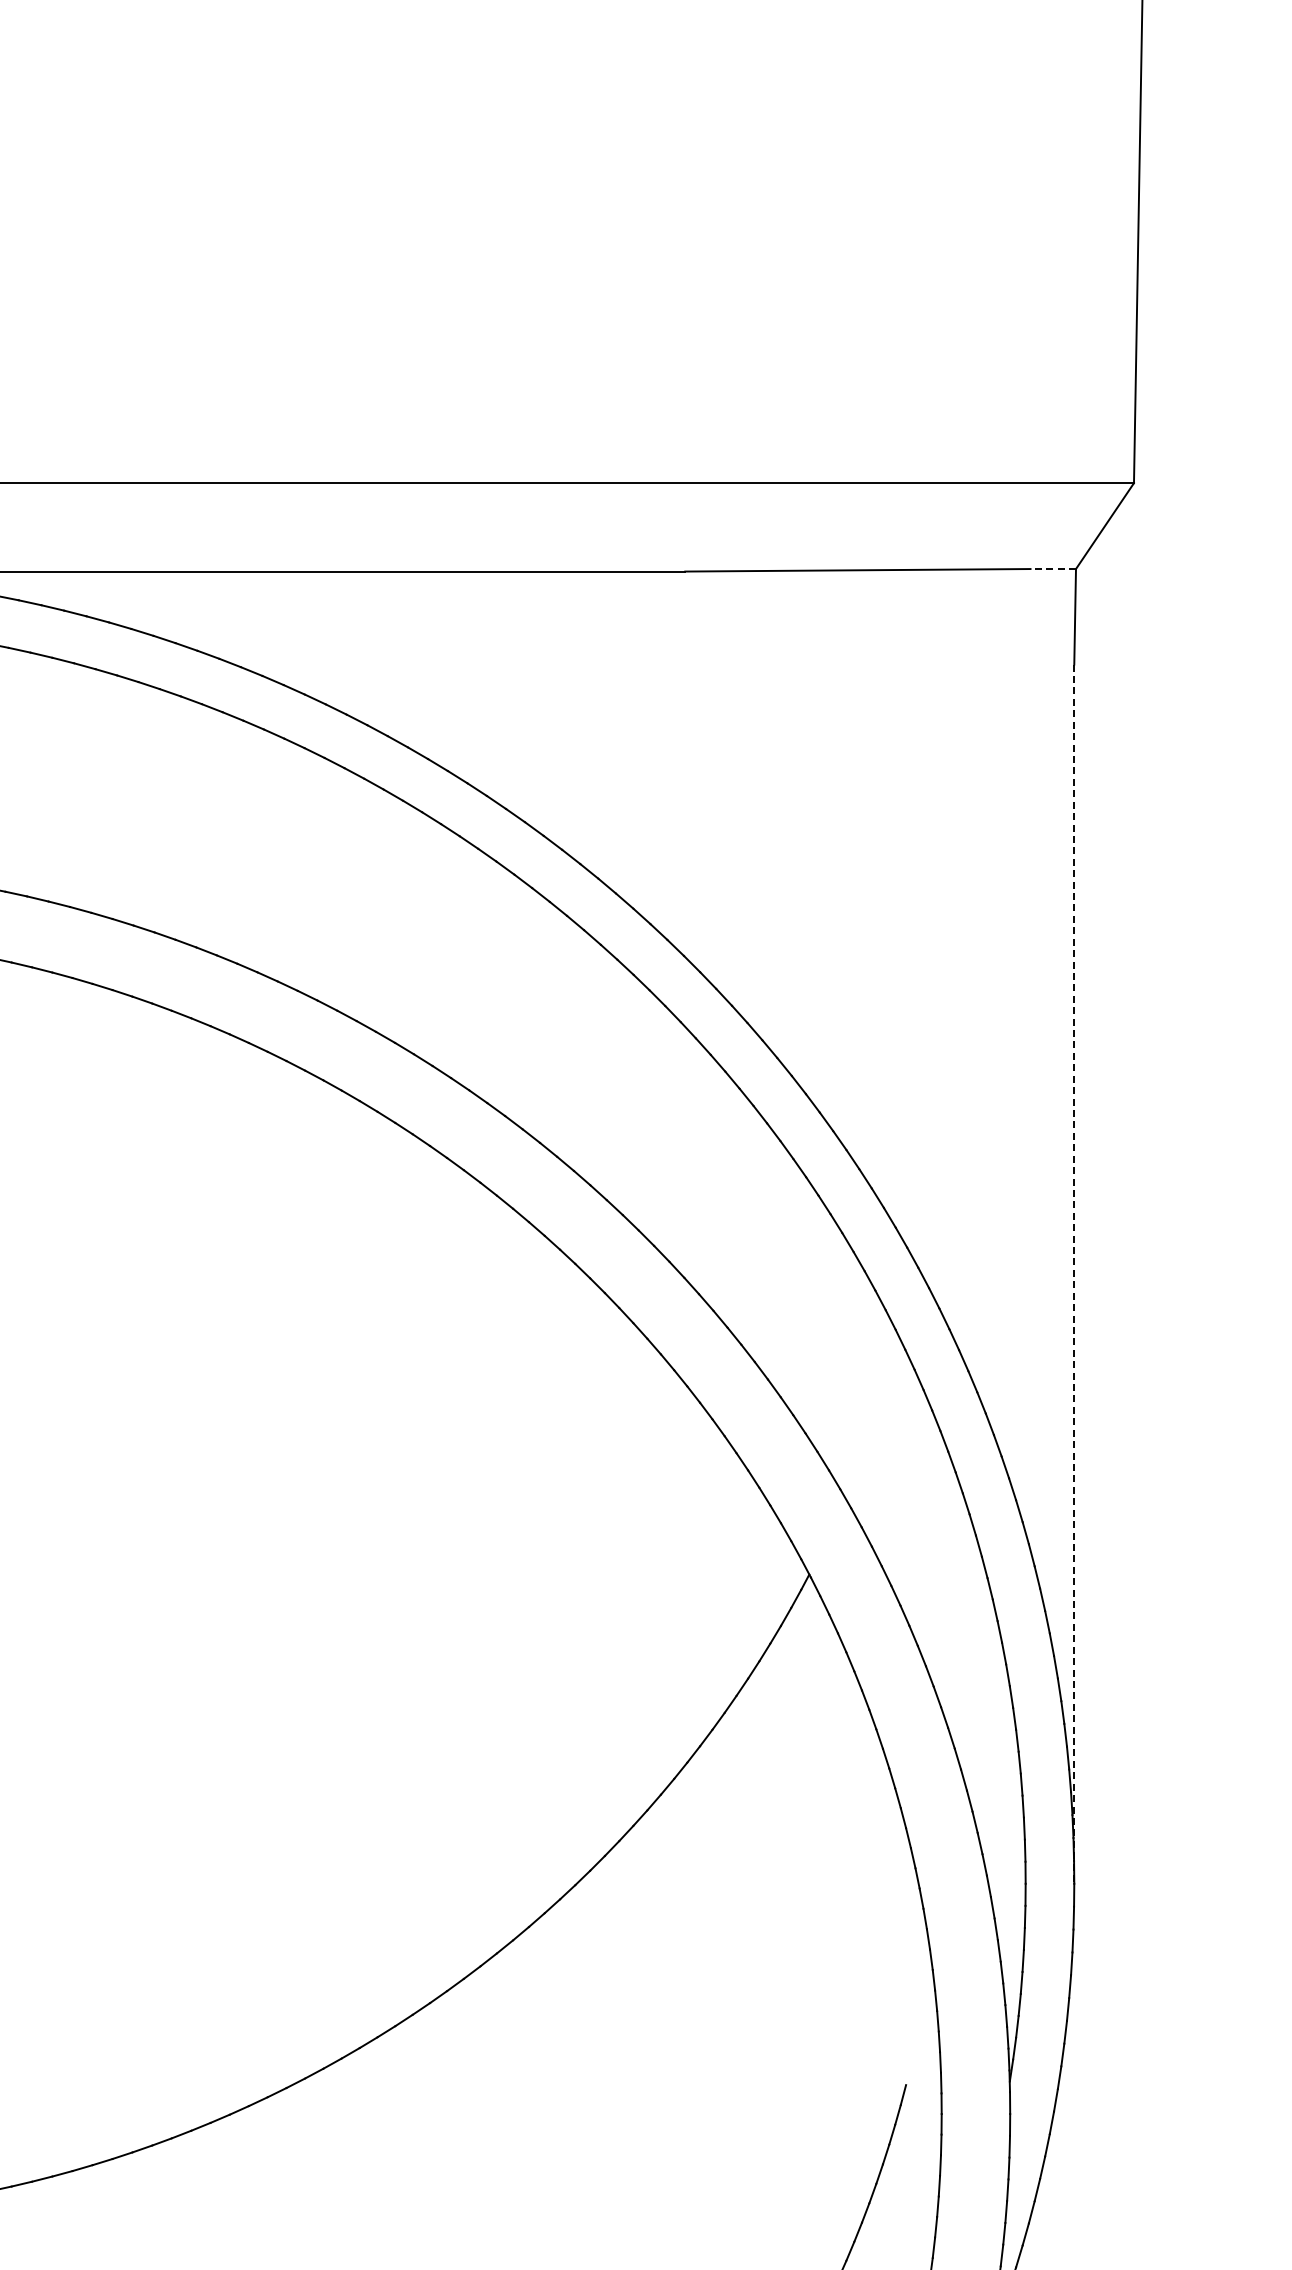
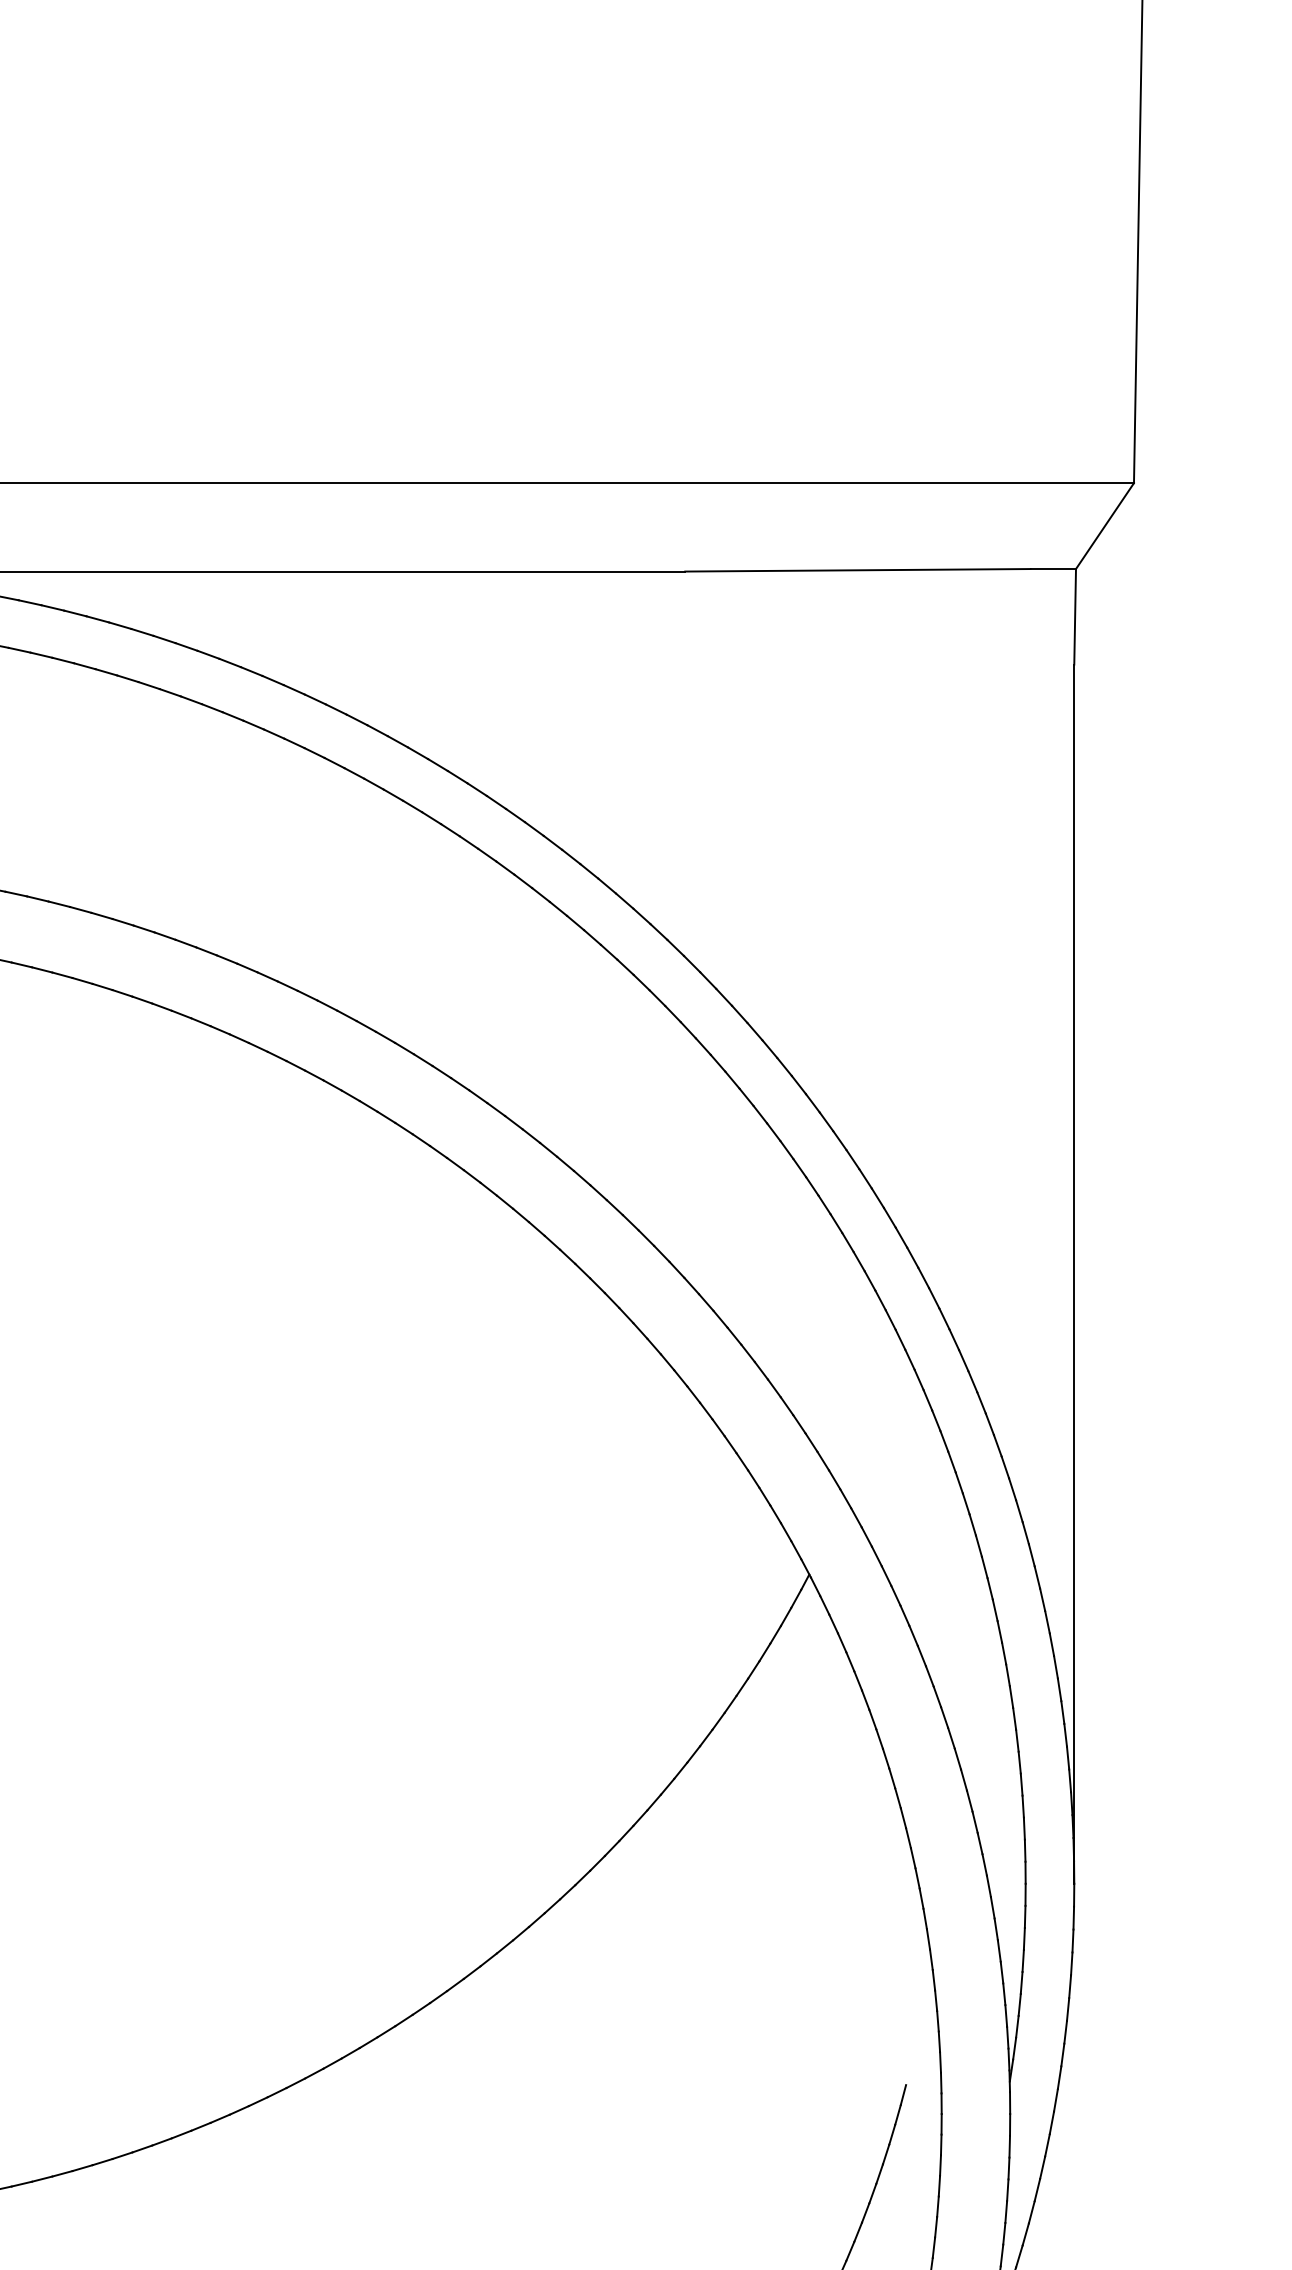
line at (1053, 569): dashed -> solid
line at (1074, 1274): dashed -> solid
